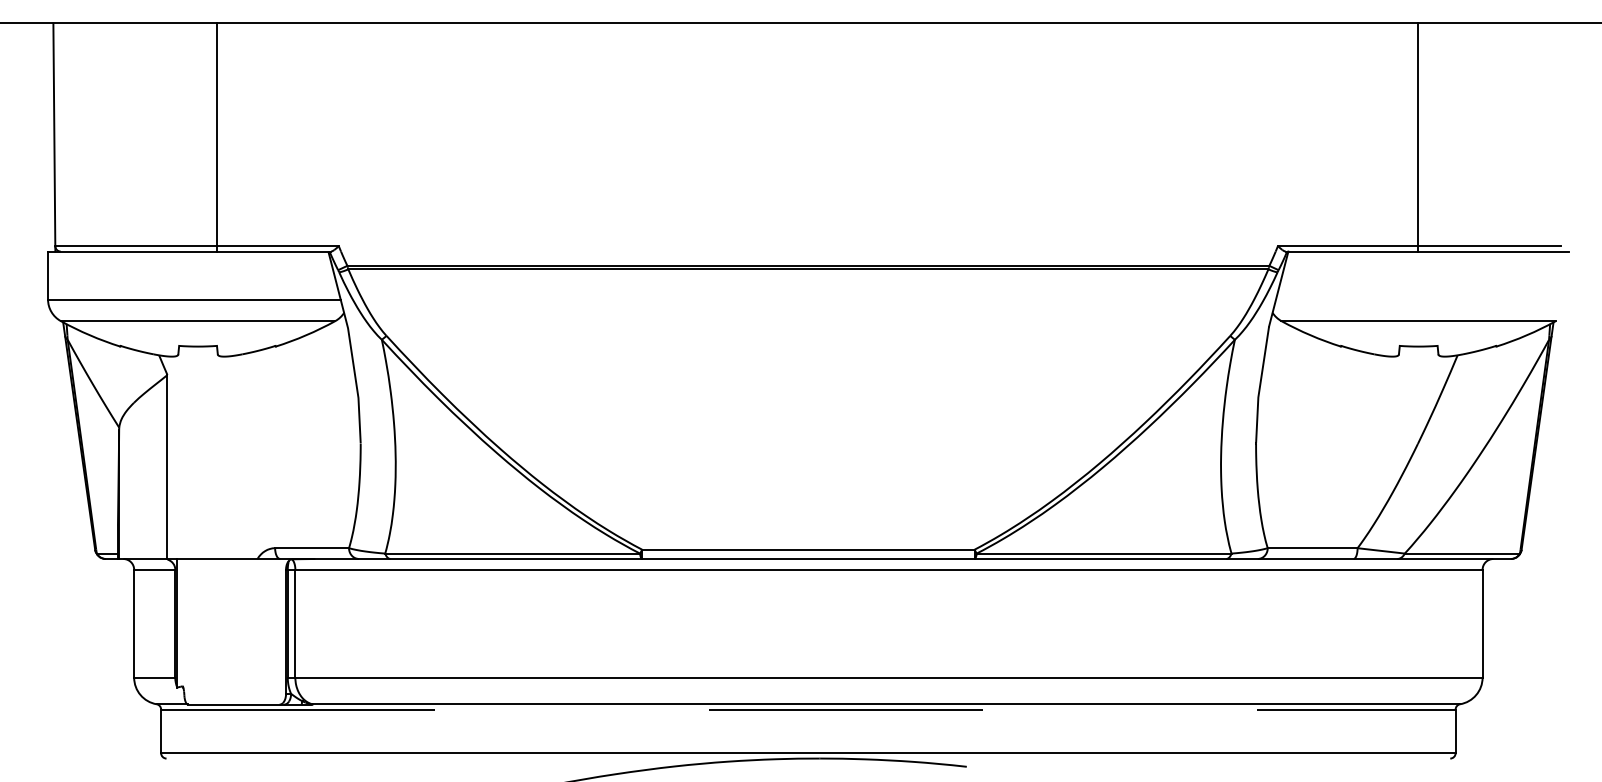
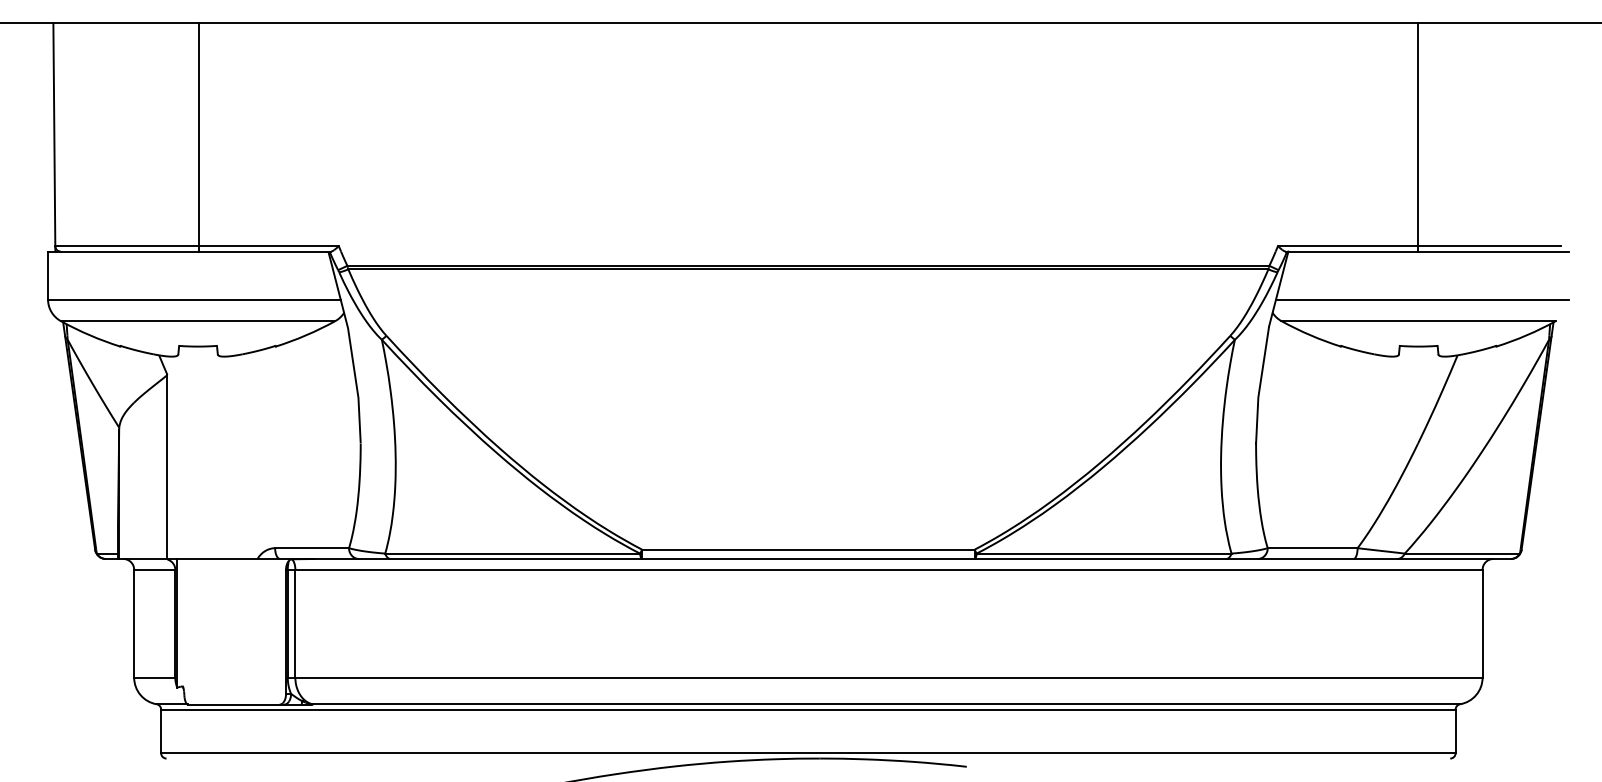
line at (216, 137) position: (216, 137) -> (198, 137)
line at (1422, 299): none -> present
line at (808, 709): dashed -> solid
